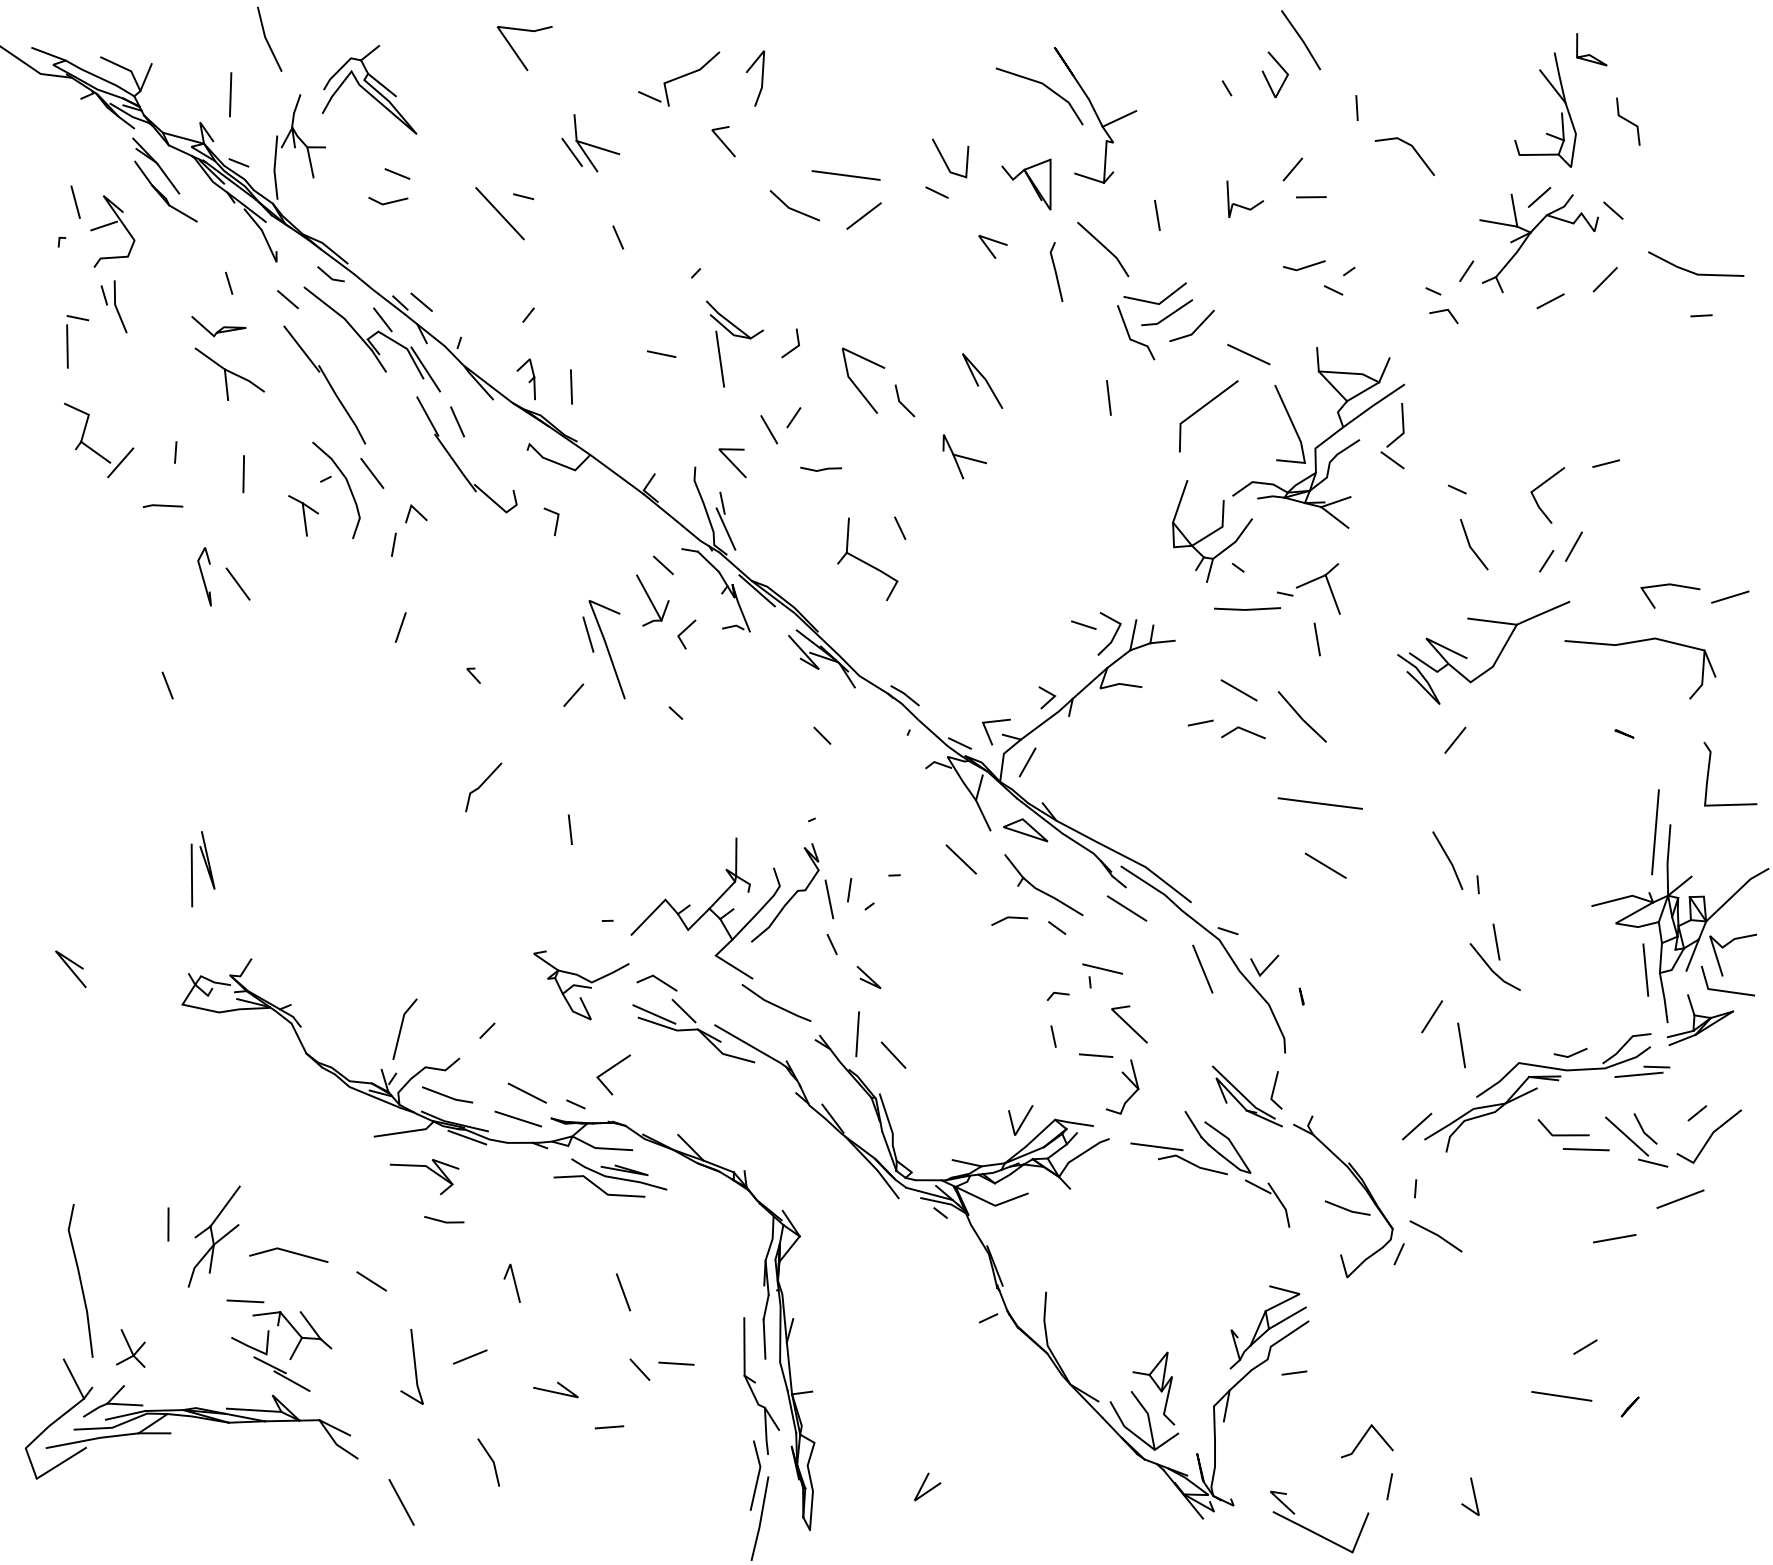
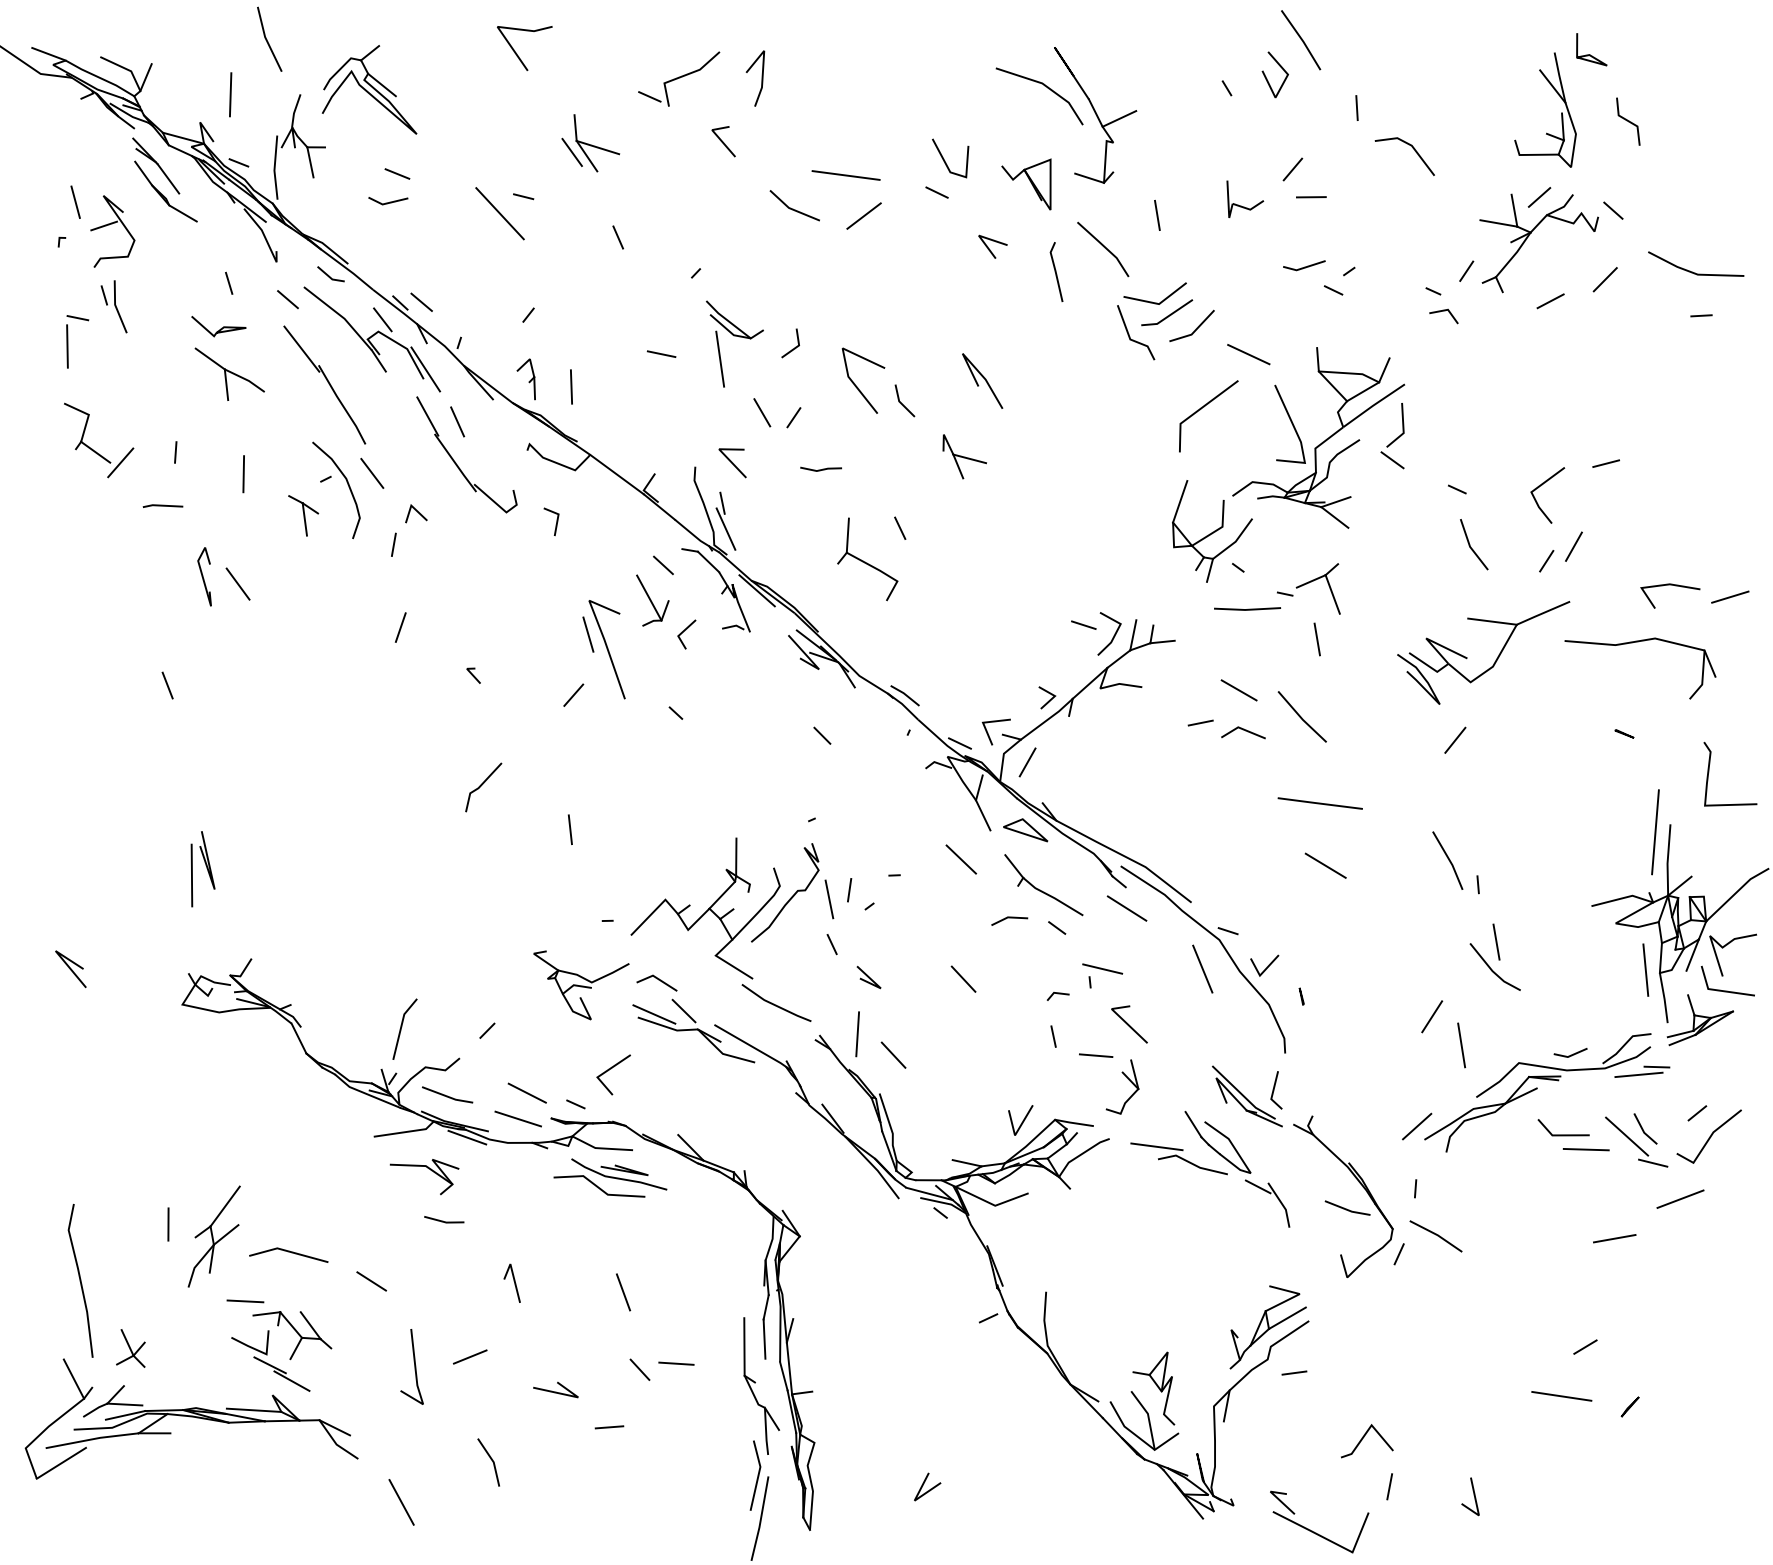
line at (1108, 397): present -> none
line at (769, 429) position: (769, 429) -> (762, 412)
line at (963, 978): none -> present
